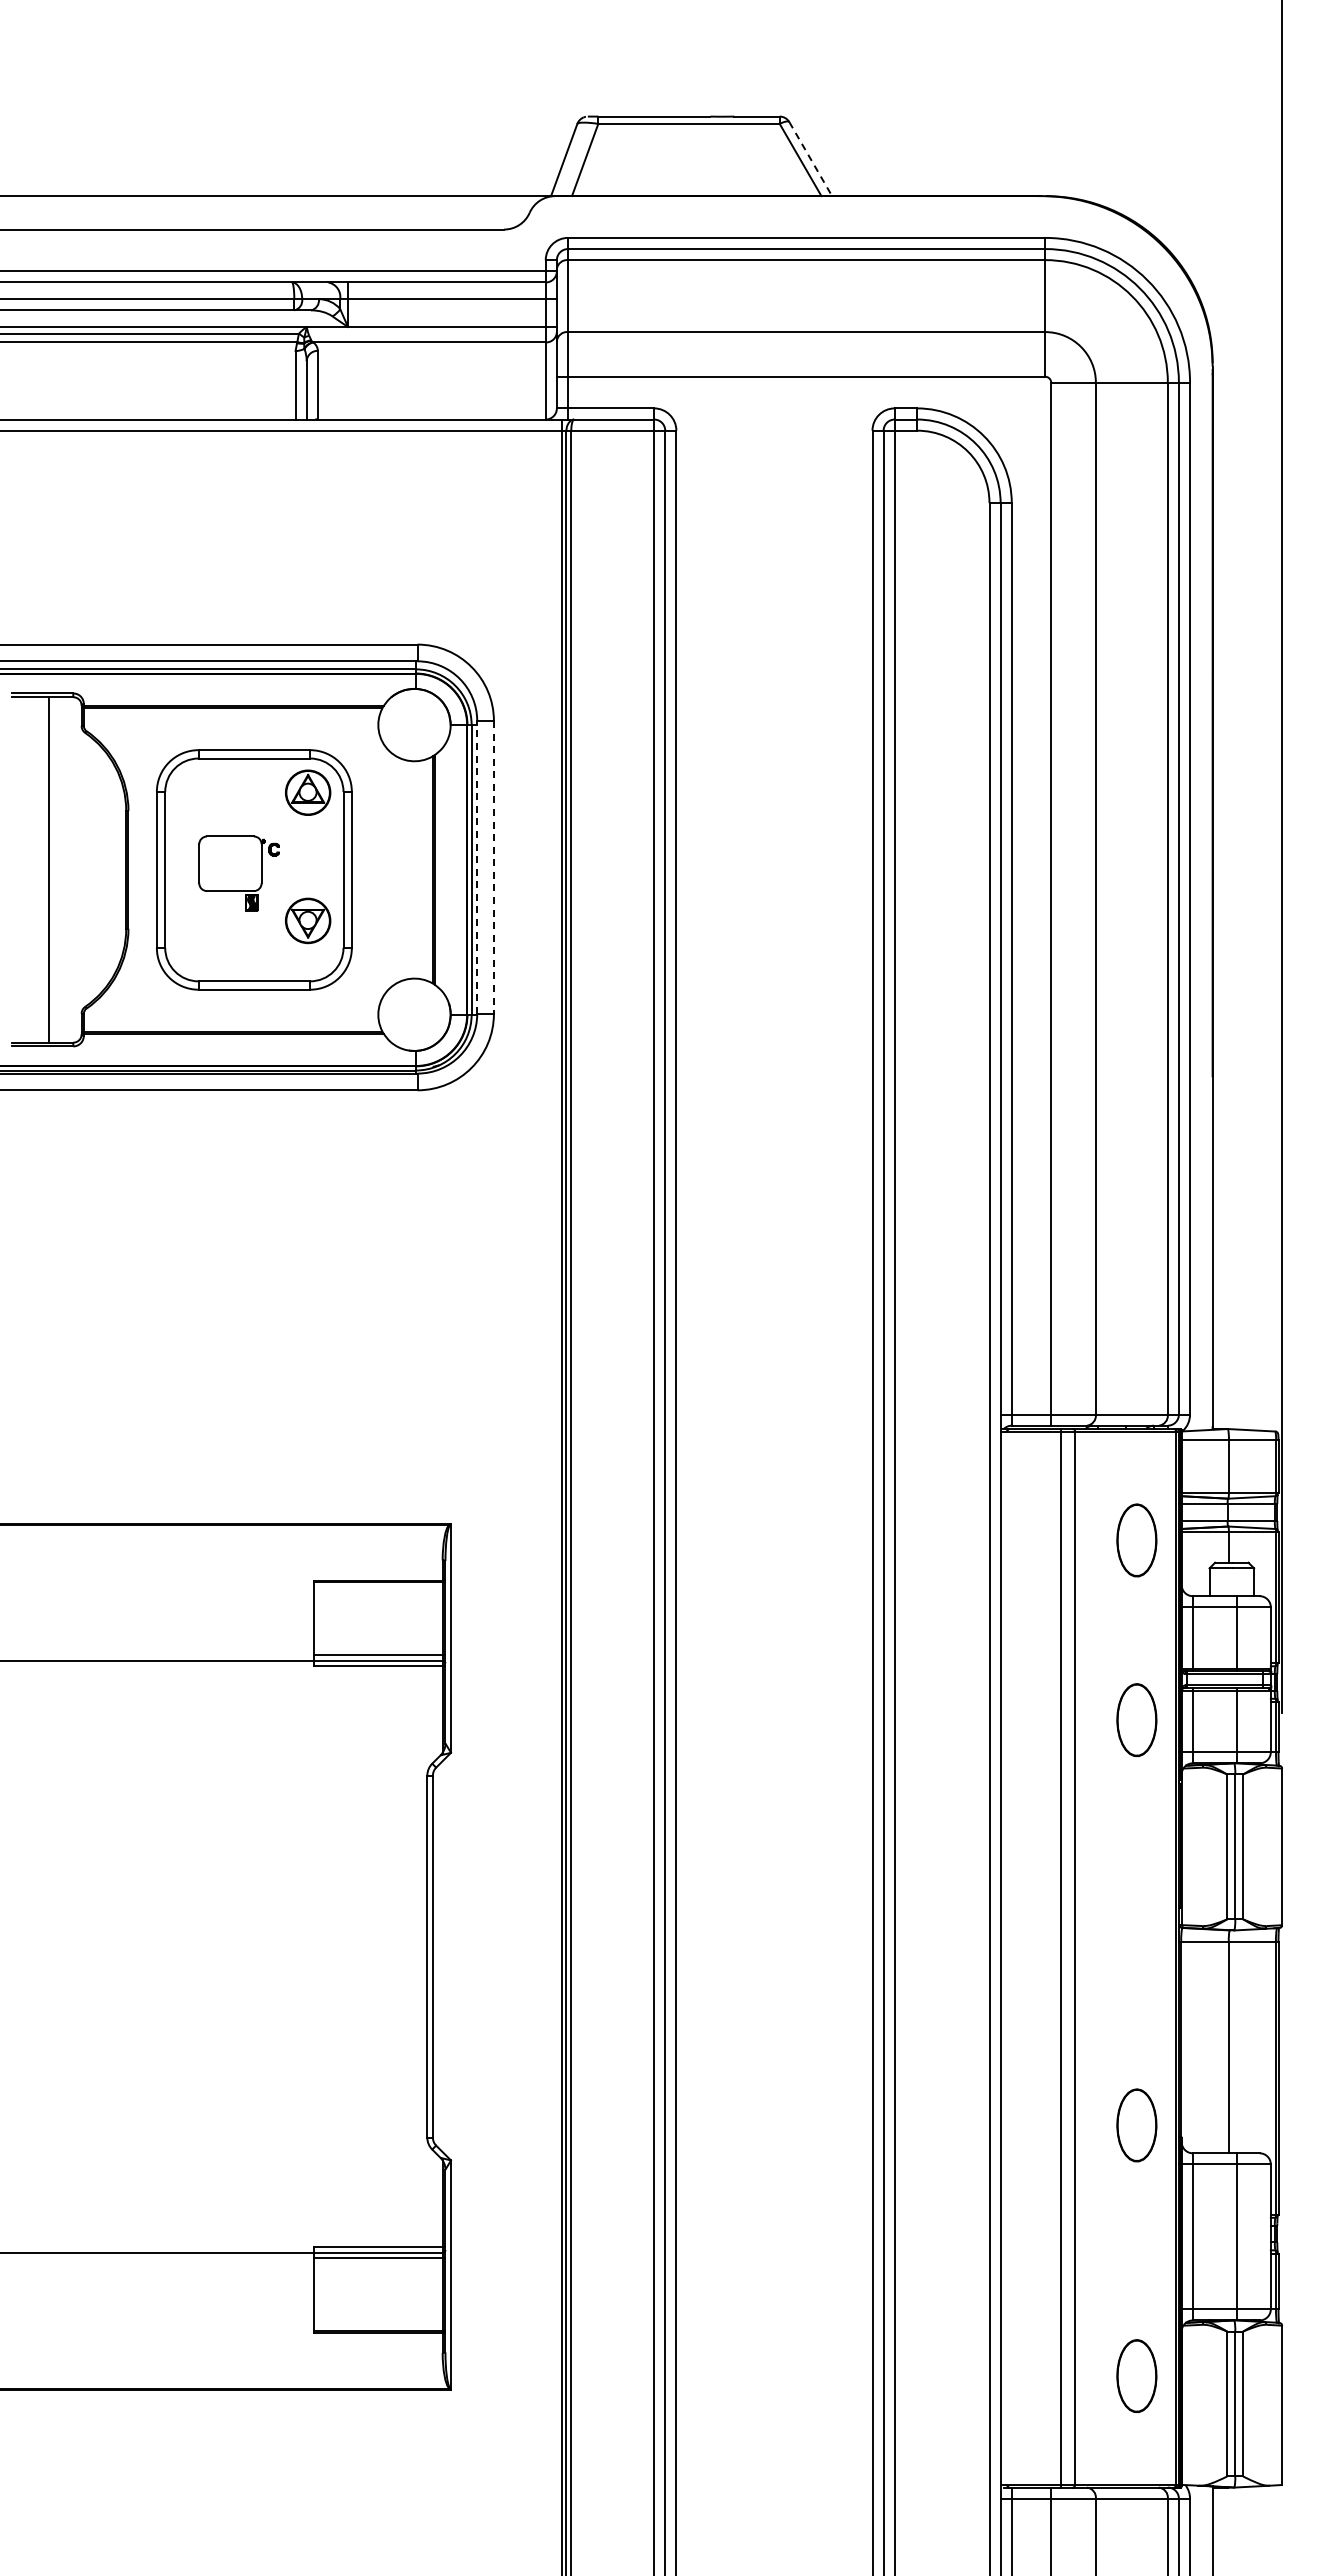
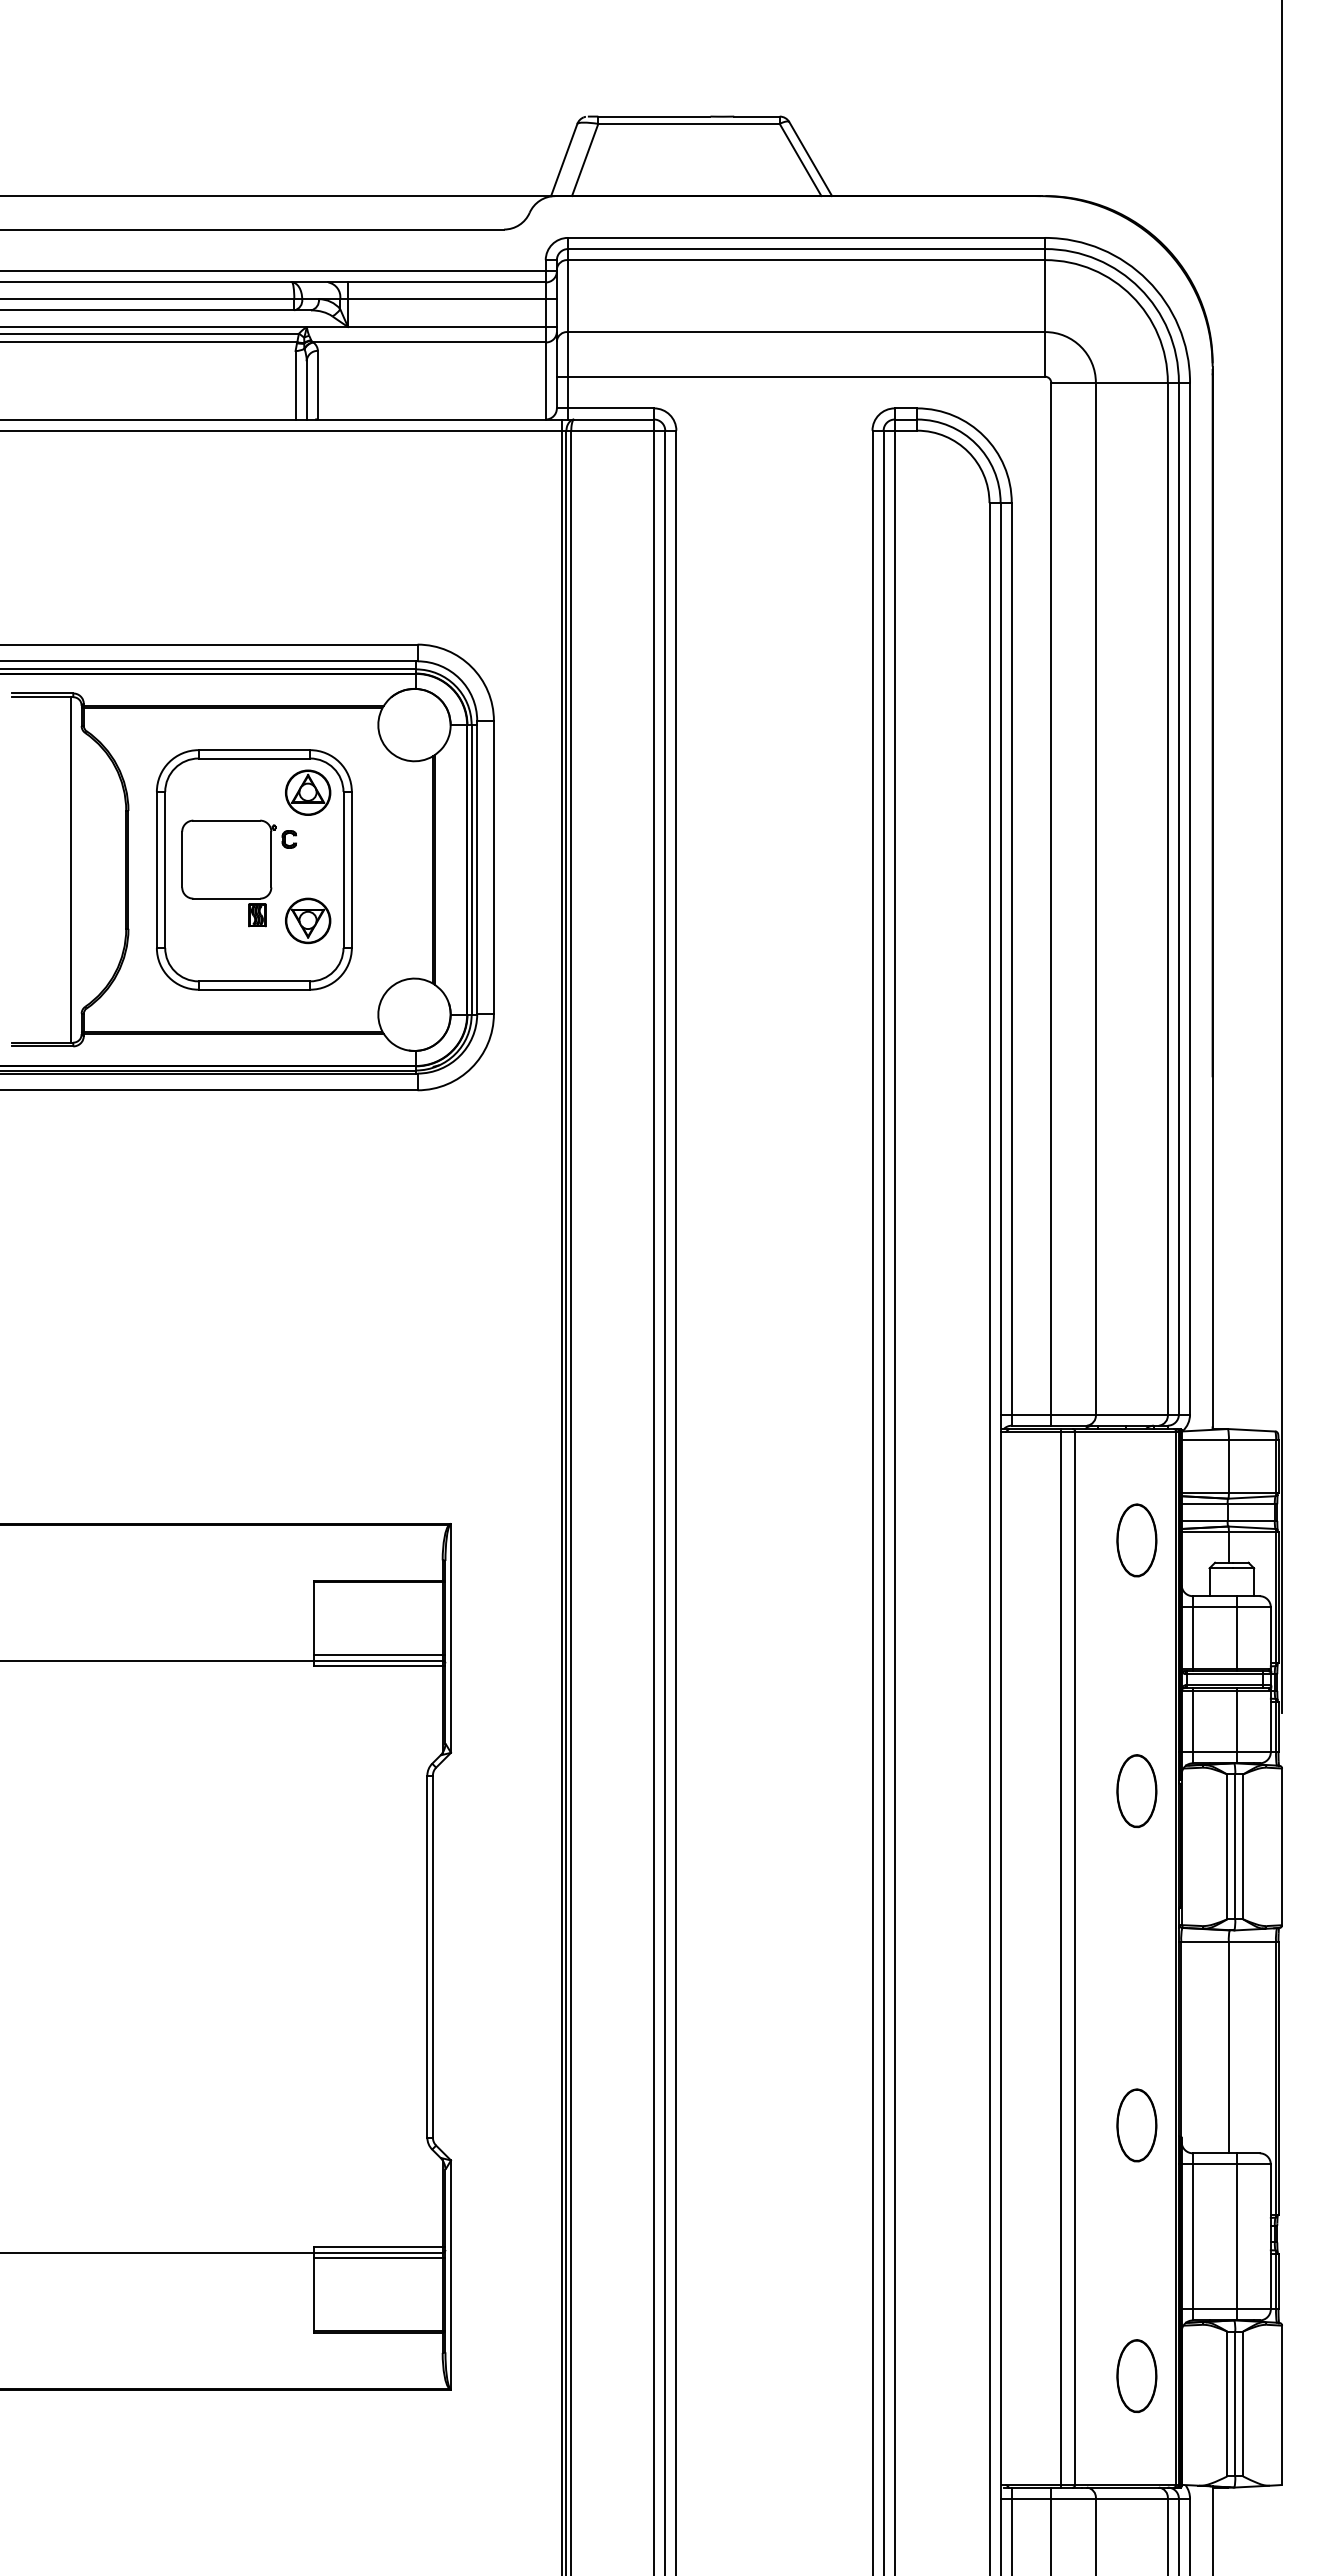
line at (810, 159): dashed -> solid
line at (477, 867): dashed -> solid
line at (493, 867): dashed -> solid
line at (48, 869) position: (48, 869) -> (70, 869)
part at (238, 873) size: 82x77 px -> 116x109 px
part at (1136, 1720) position: (1136, 1720) -> (1136, 1791)
